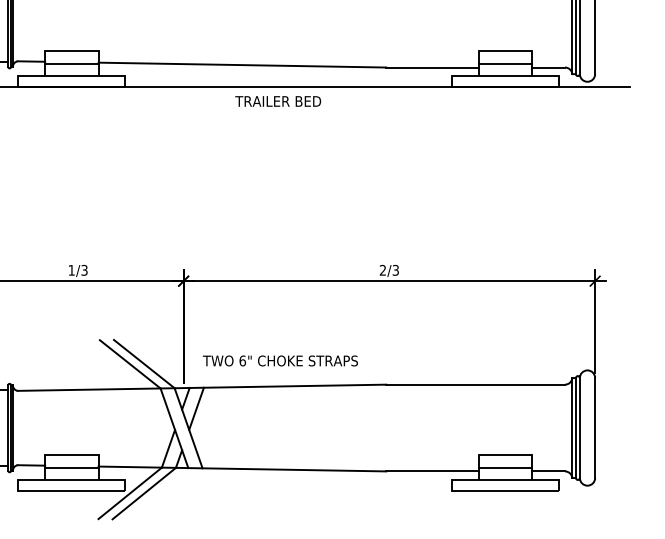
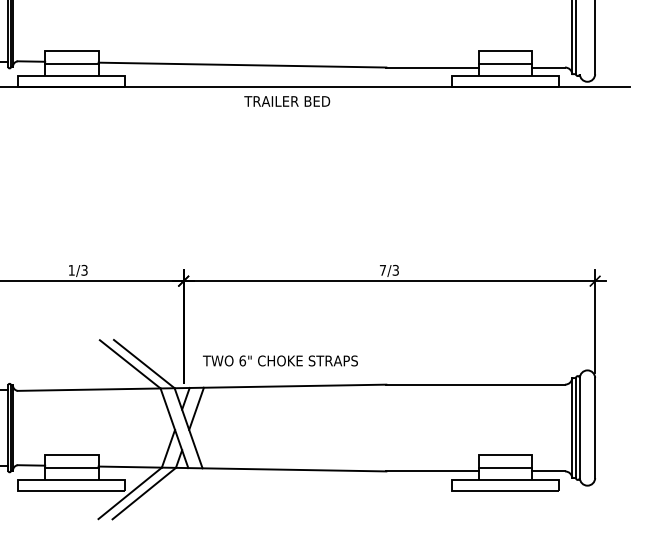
line at (579, 38): present -> none
text at (278, 101) position: (278, 101) -> (287, 101)
text at (382, 269): 2/3 -> 7/3
